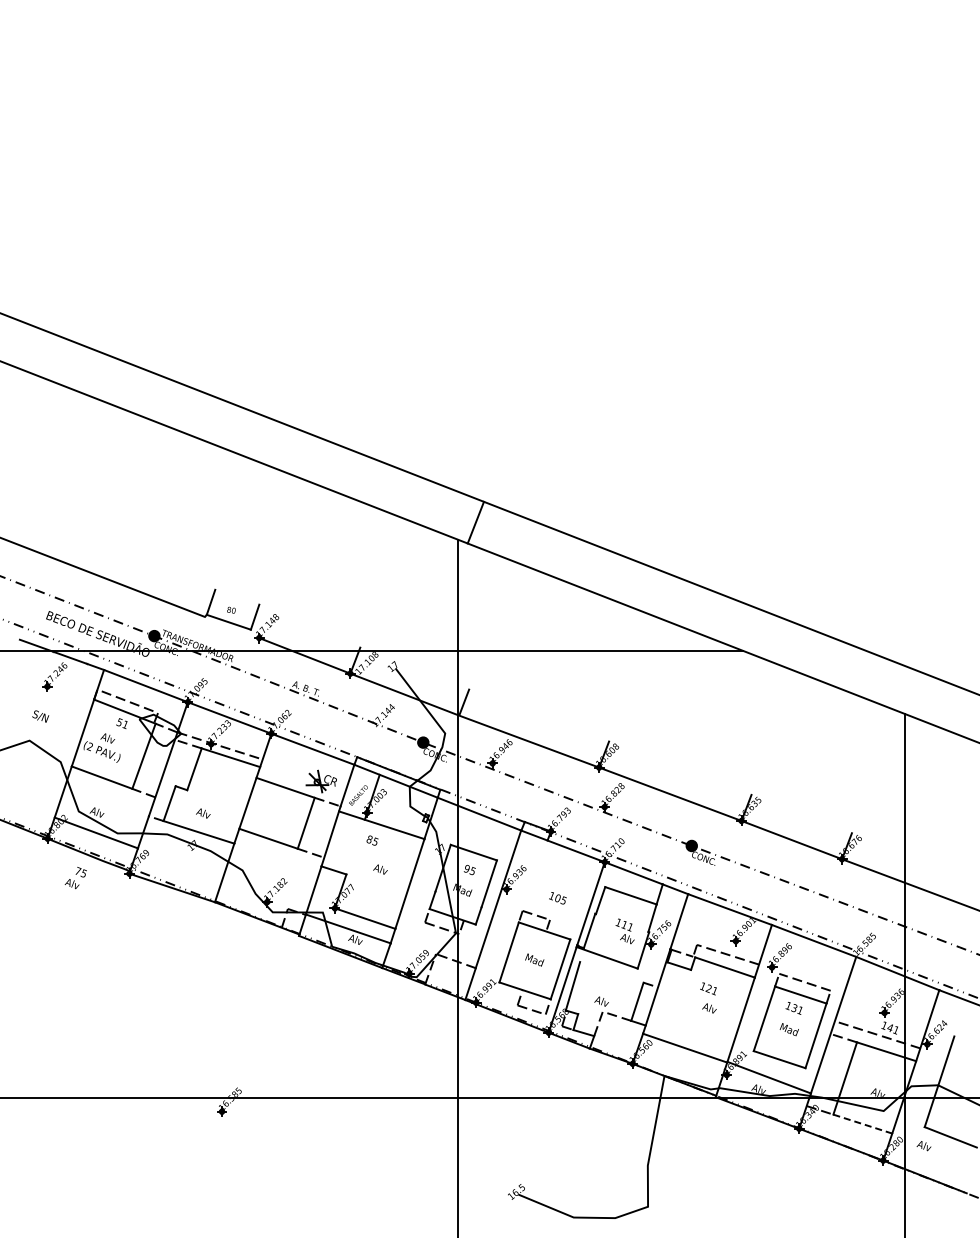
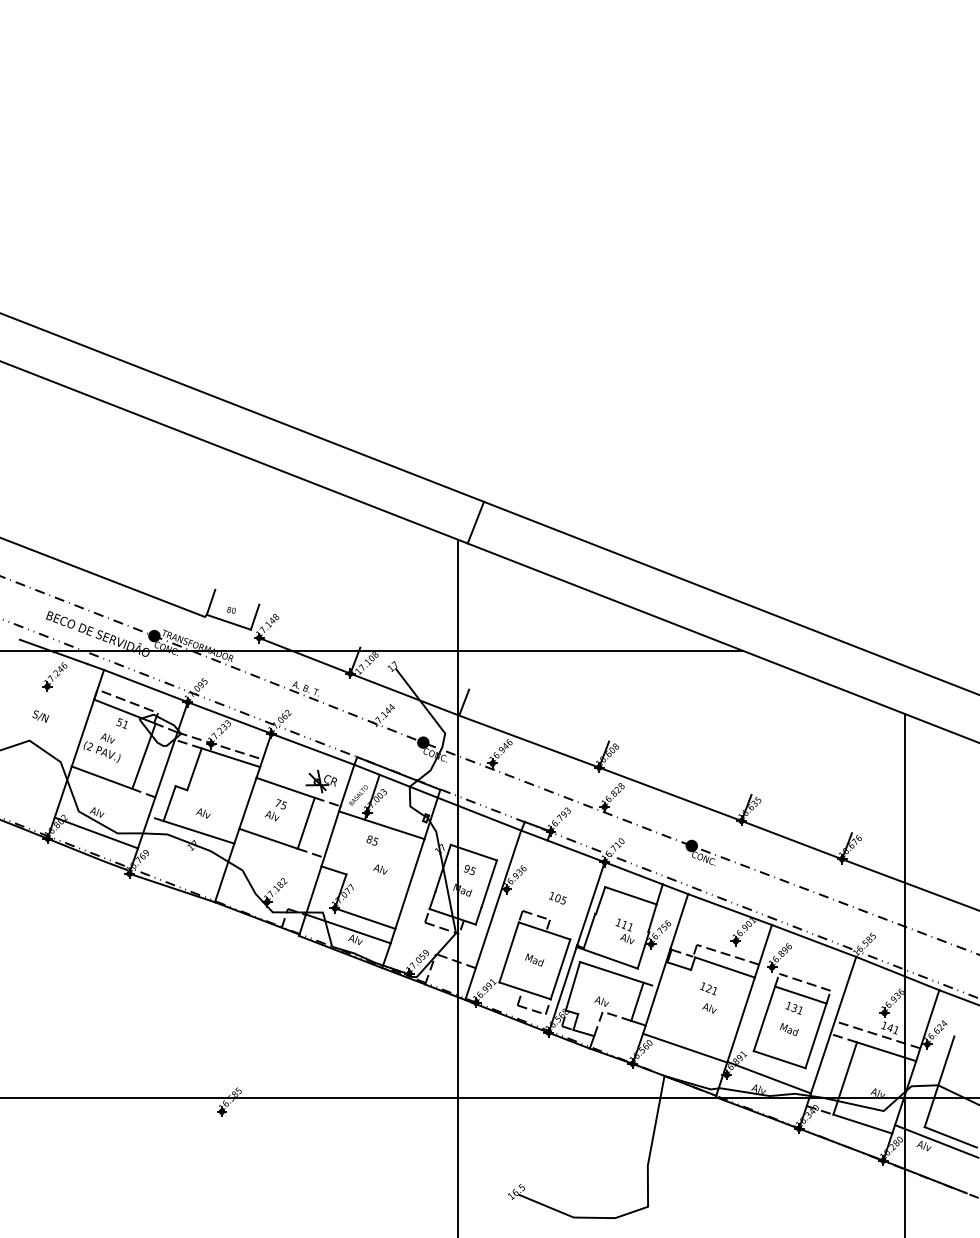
text at (75, 878) position: (75, 878) -> (275, 810)
line at (611, 972): none -> present
line at (862, 1124): dashed -> solid
line at (935, 1141): none -> present
